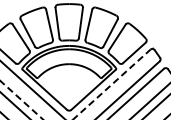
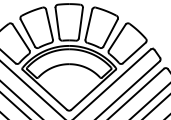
line at (112, 84): dashed -> solid
line at (21, 100): dashed -> solid
